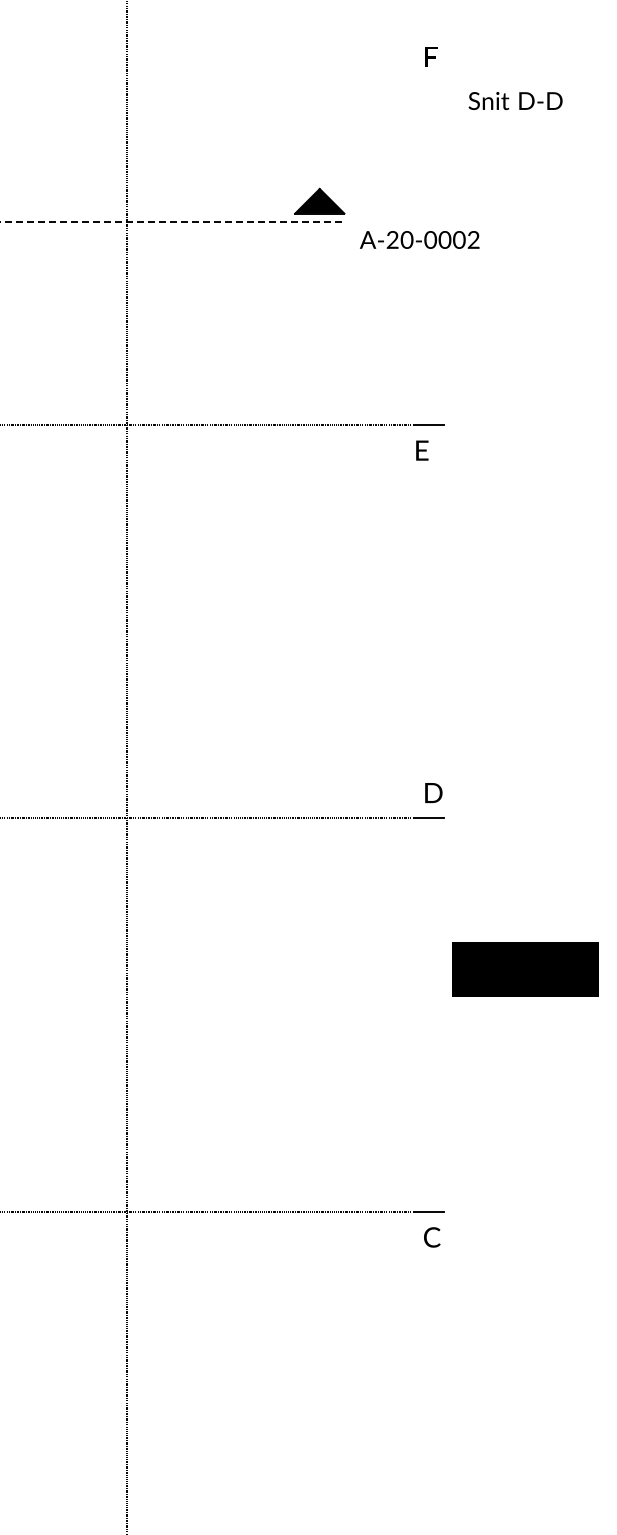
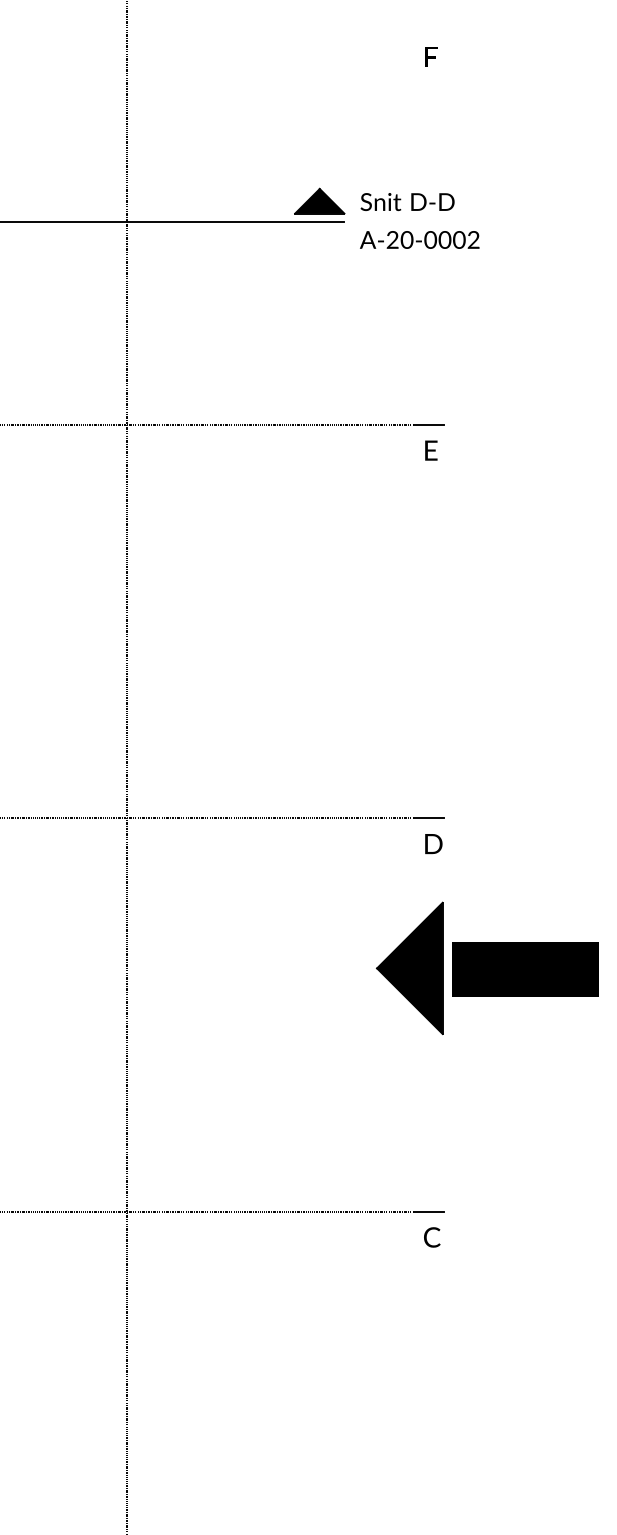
text at (515, 101) position: (515, 101) -> (407, 202)
line at (172, 221): dashed -> solid
text at (422, 450) position: (422, 450) -> (431, 450)
text at (433, 793) position: (433, 793) -> (433, 844)
part at (409, 967): none -> present
